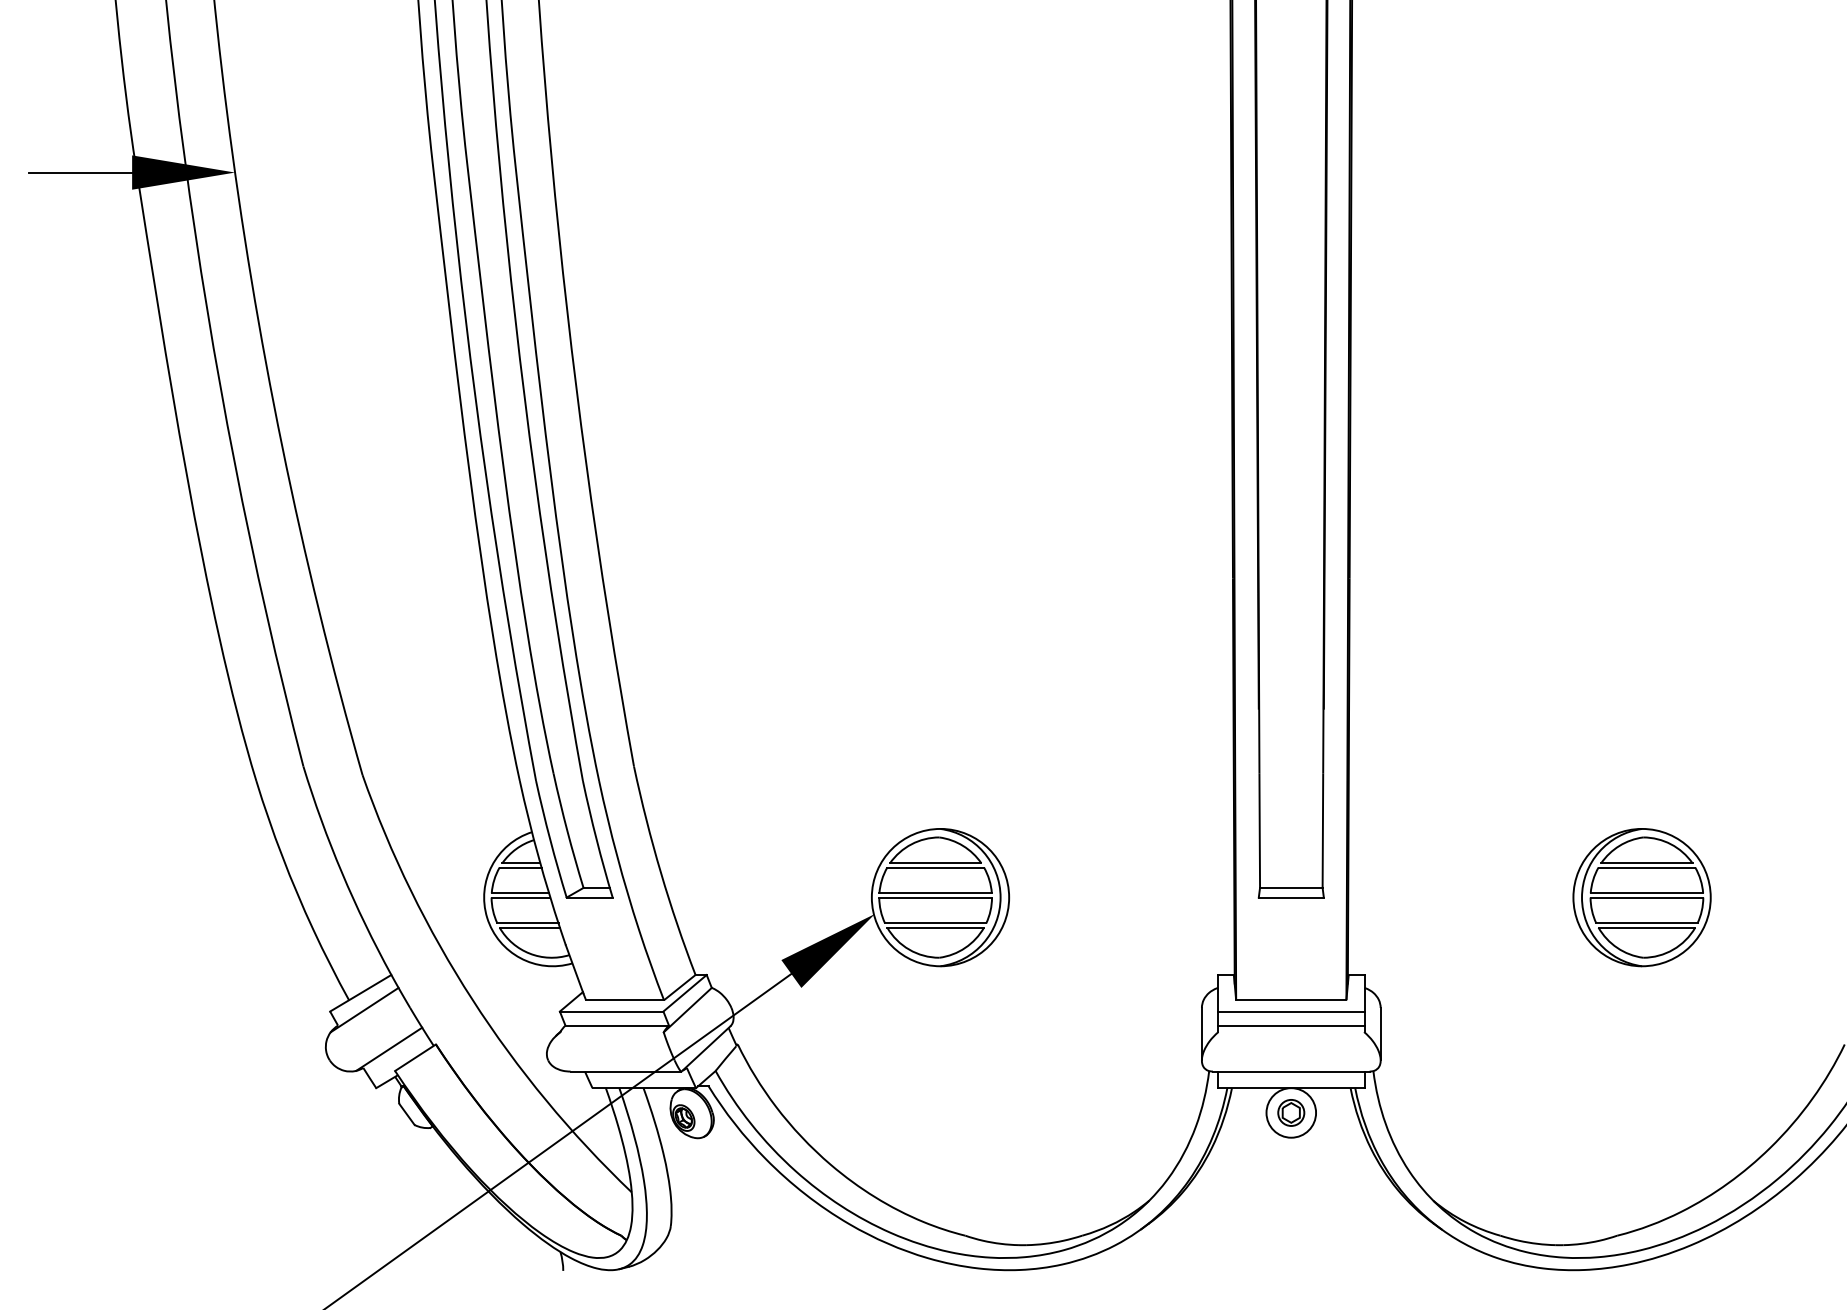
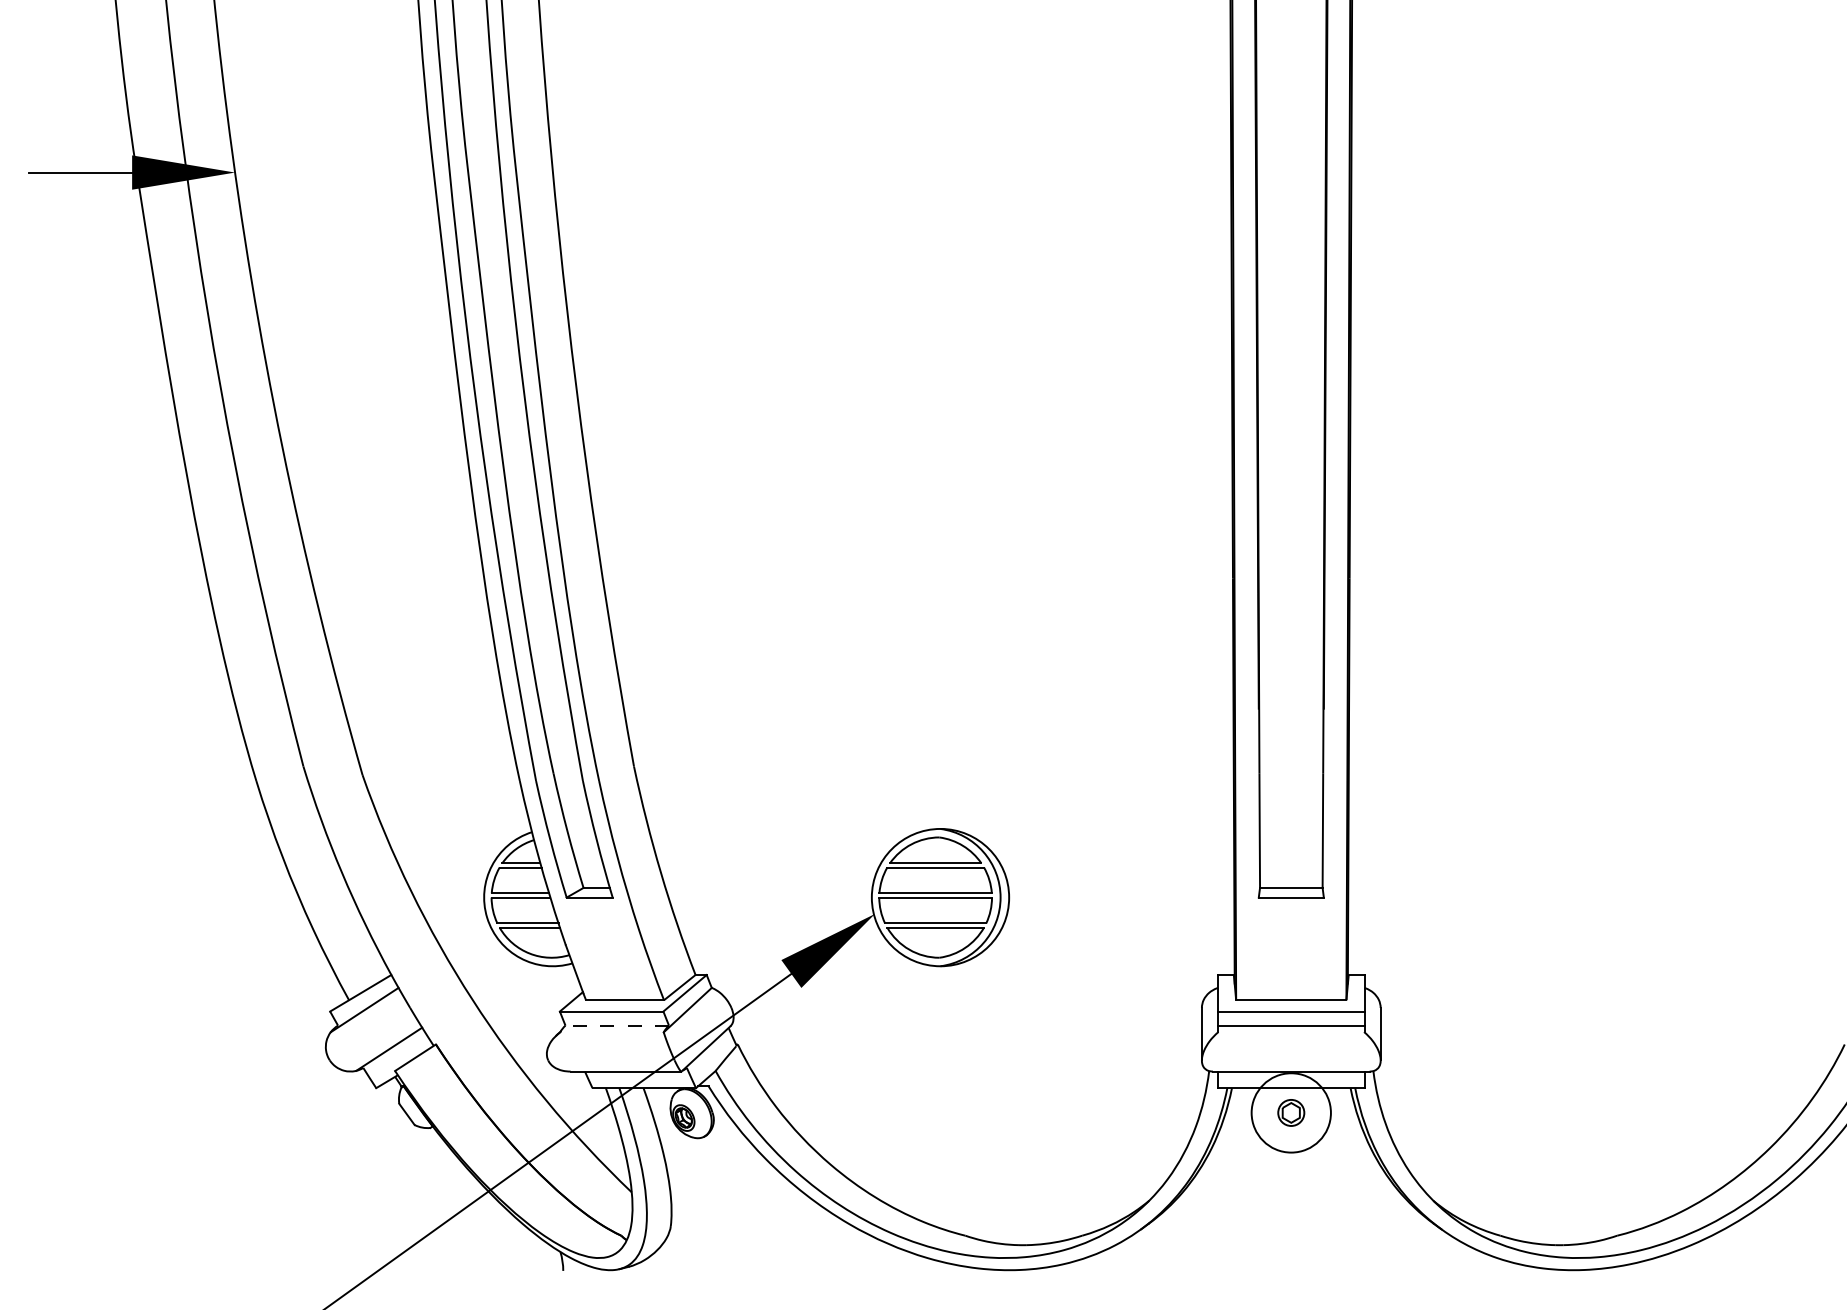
part at (1641, 897): present -> none
line at (617, 1025): solid -> dashed
circle at (1291, 1112) diameter: 50 px -> 79 px
